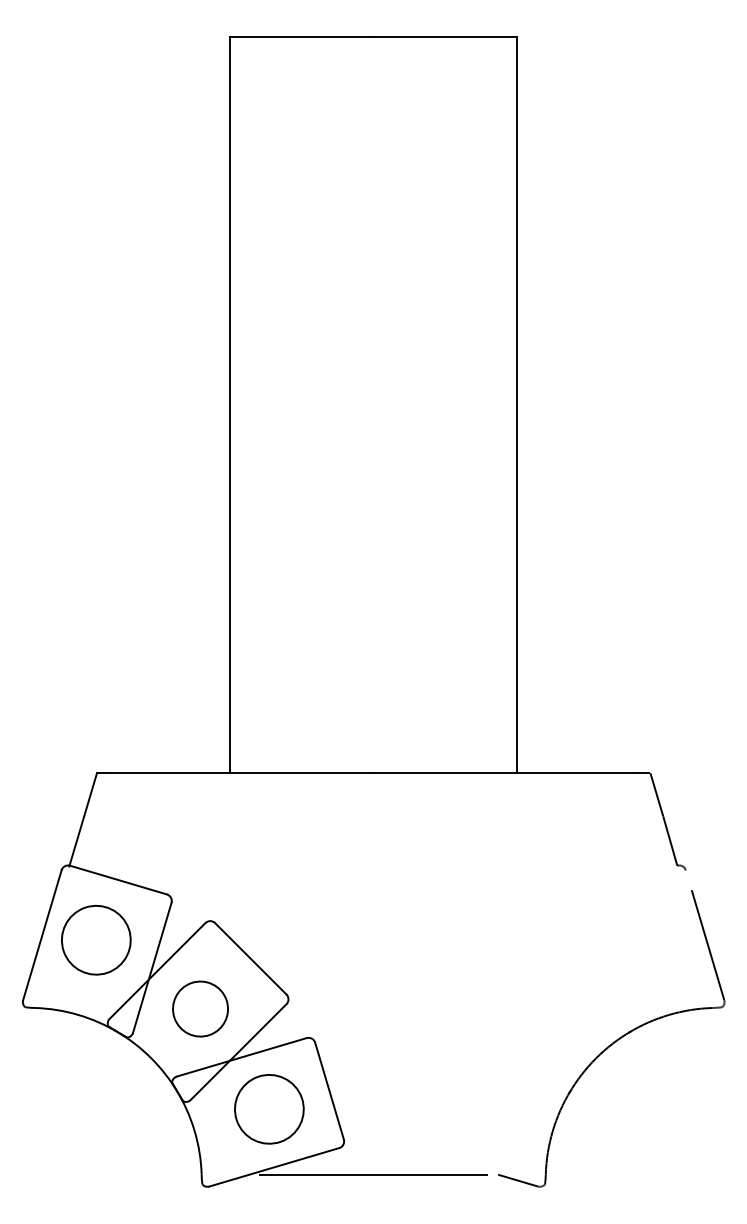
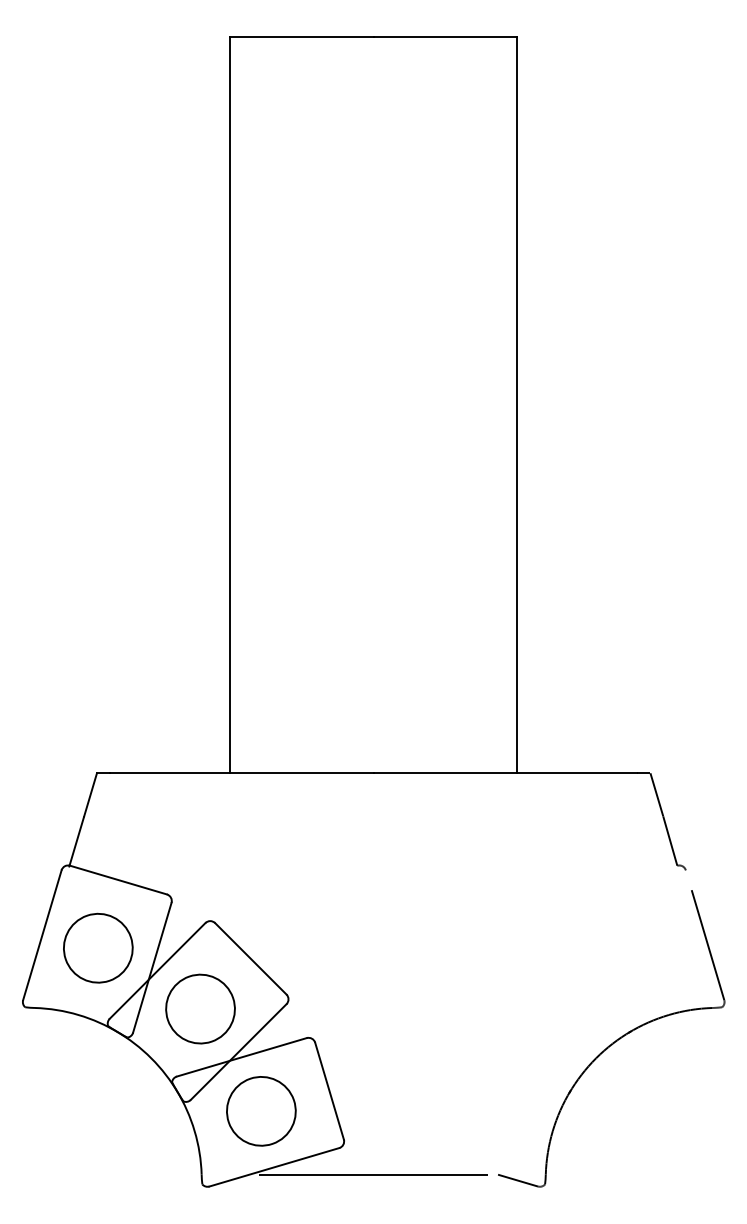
part at (96, 939) position: (96, 939) -> (98, 947)
part at (200, 1008) size: 57x58 px -> 71x72 px
part at (269, 1109) position: (269, 1109) -> (261, 1111)
